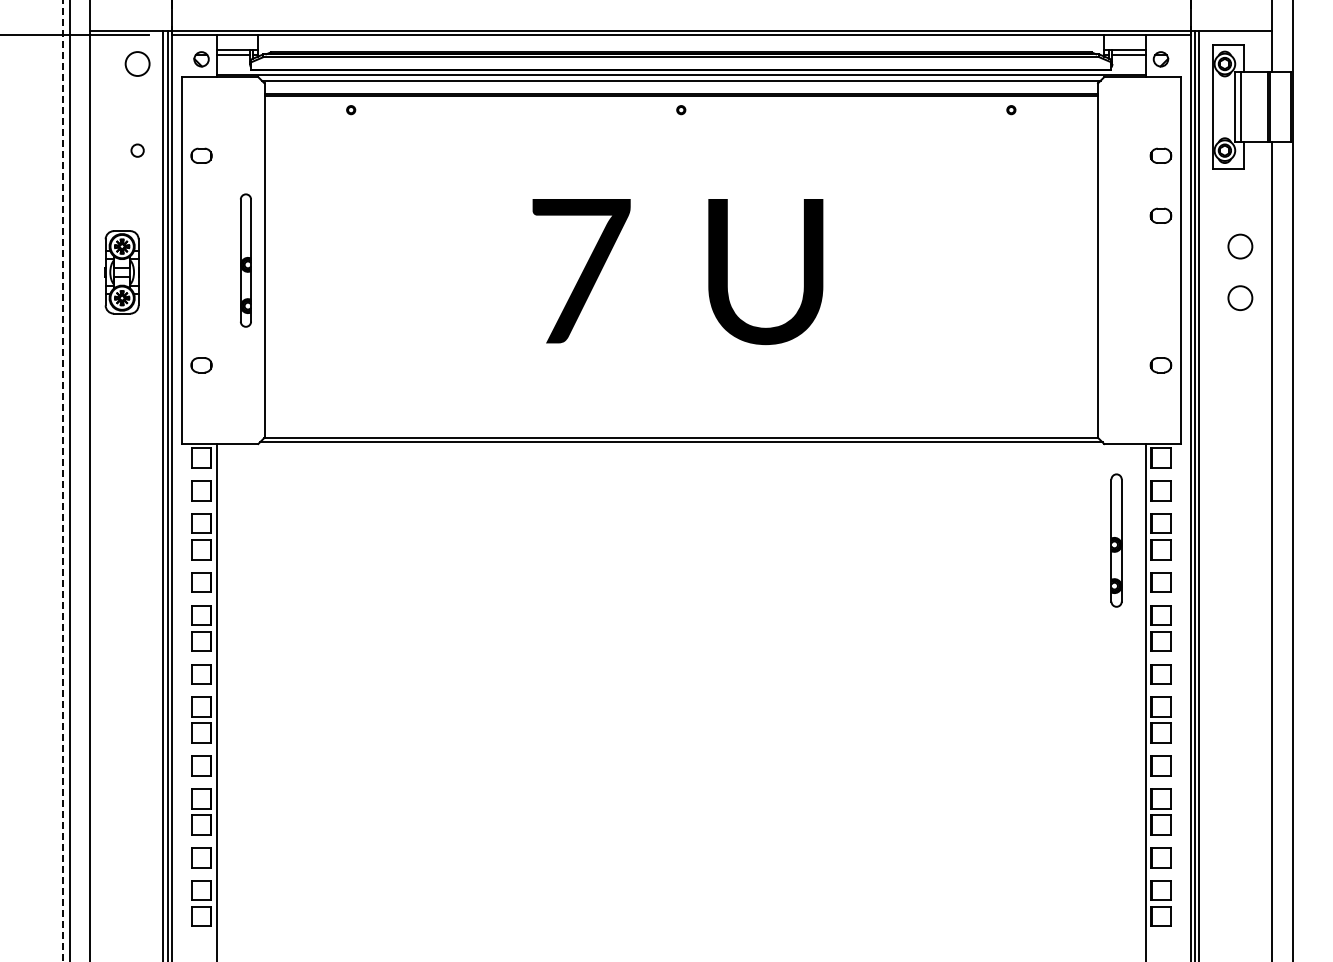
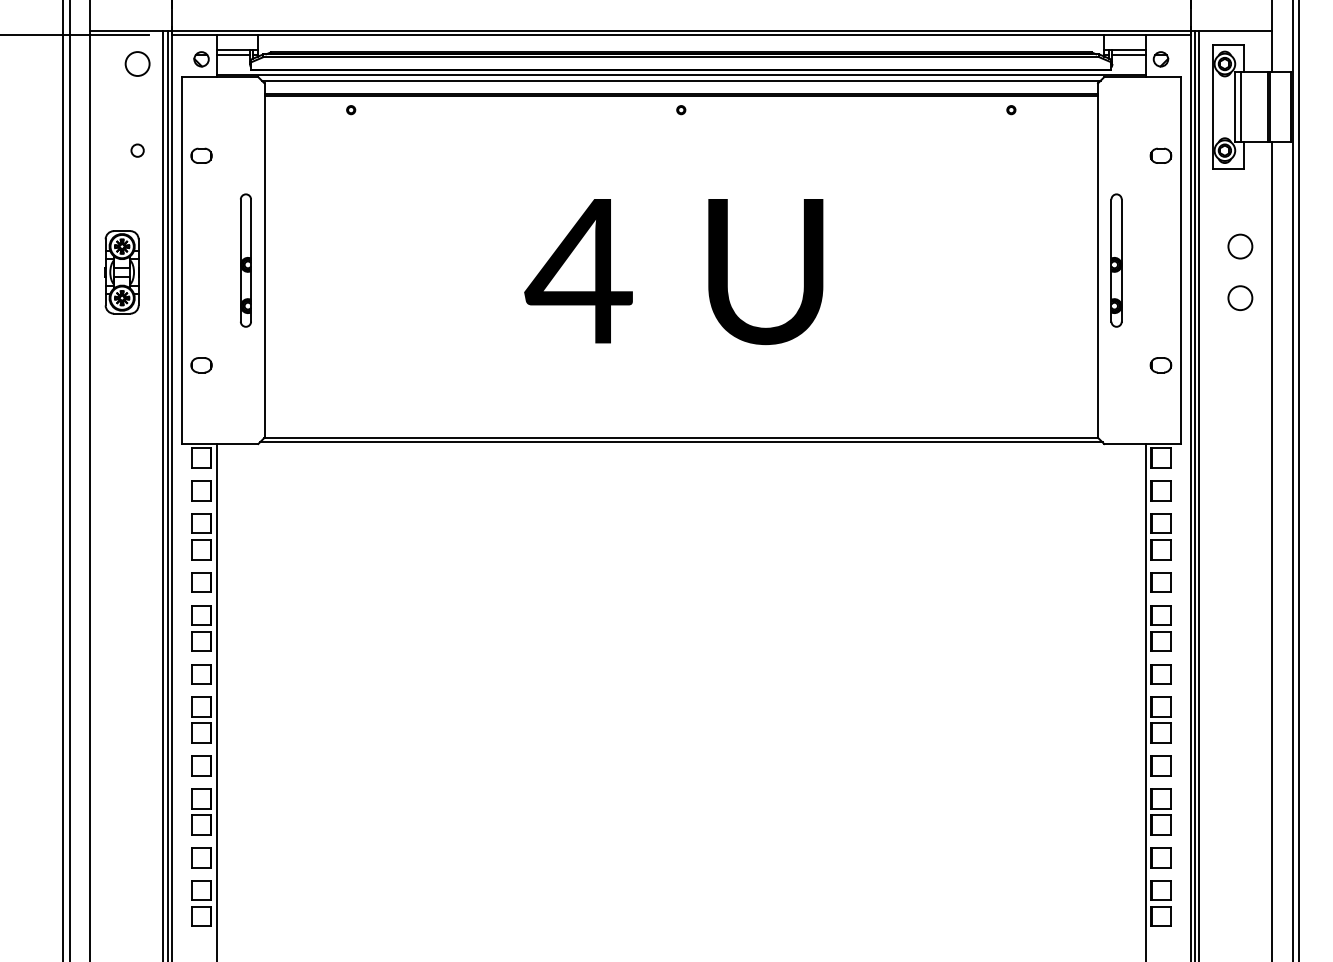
part at (1160, 215): present -> none
text at (578, 271): 7 -> 4
line at (63, 480): dashed -> solid
line at (1299, 480): none -> present
part at (1116, 540) position: (1116, 540) -> (1116, 260)
